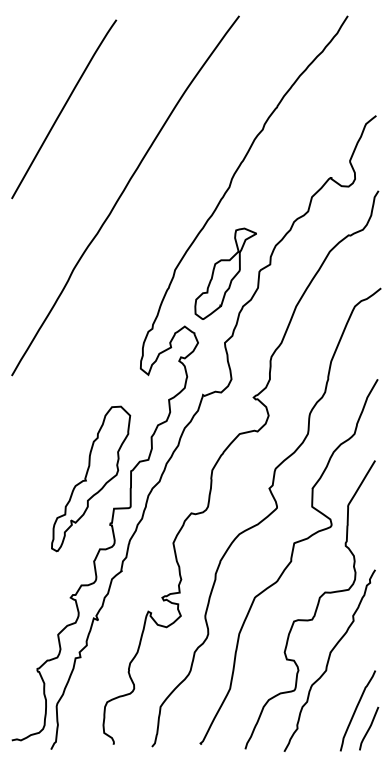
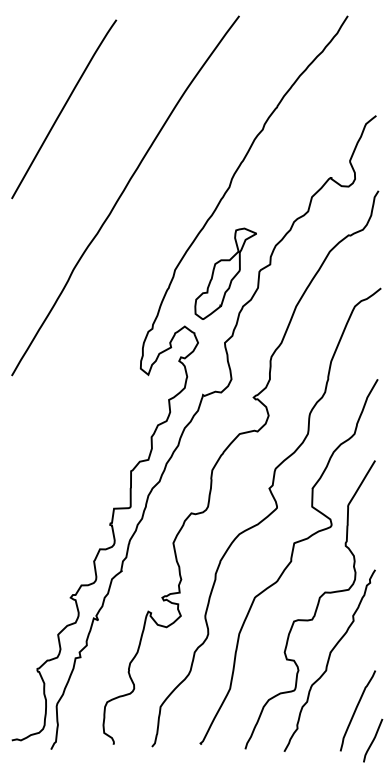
part at (91, 478): present -> none
curve at (369, 728) position: (369, 728) -> (373, 740)
